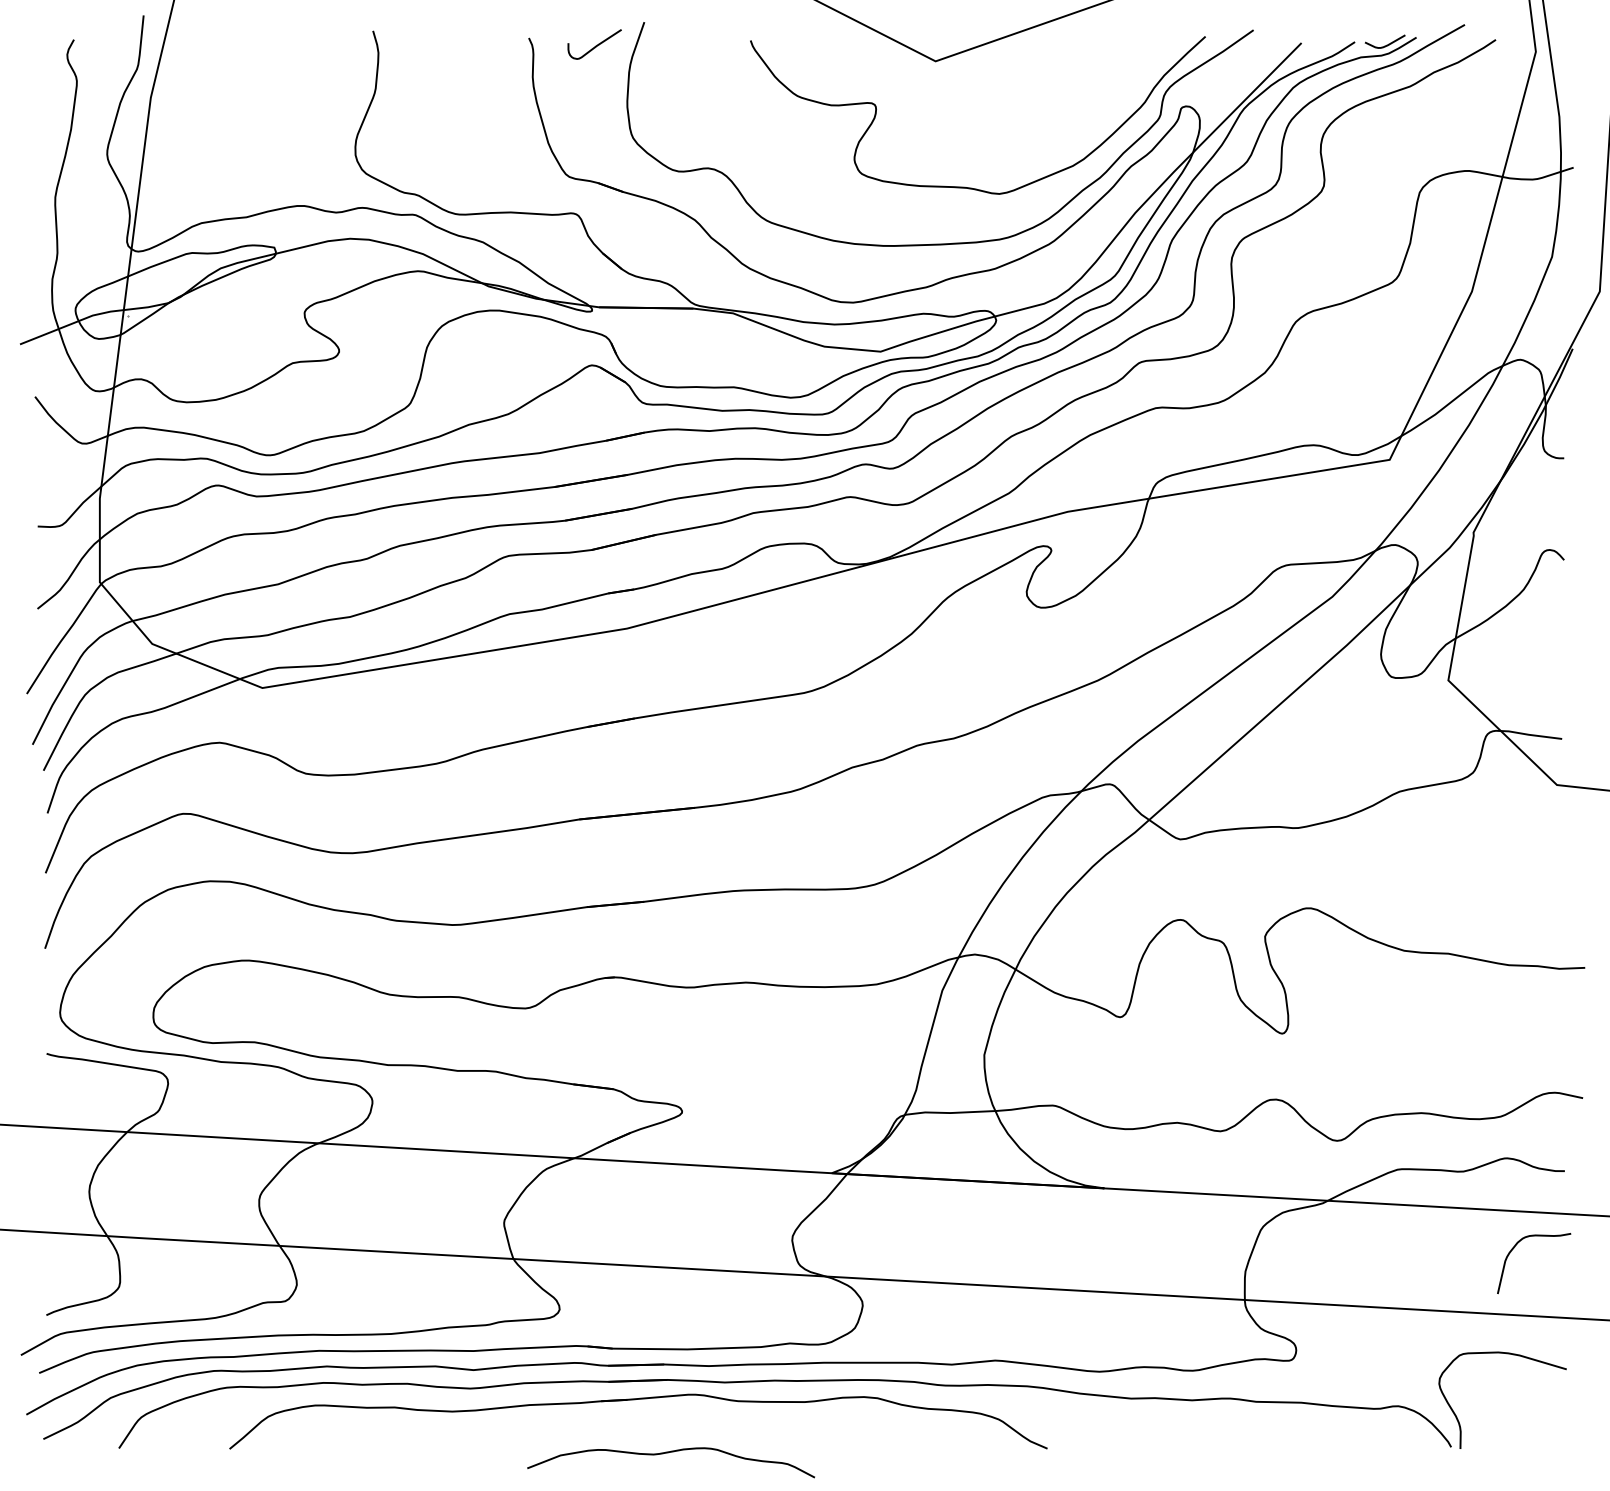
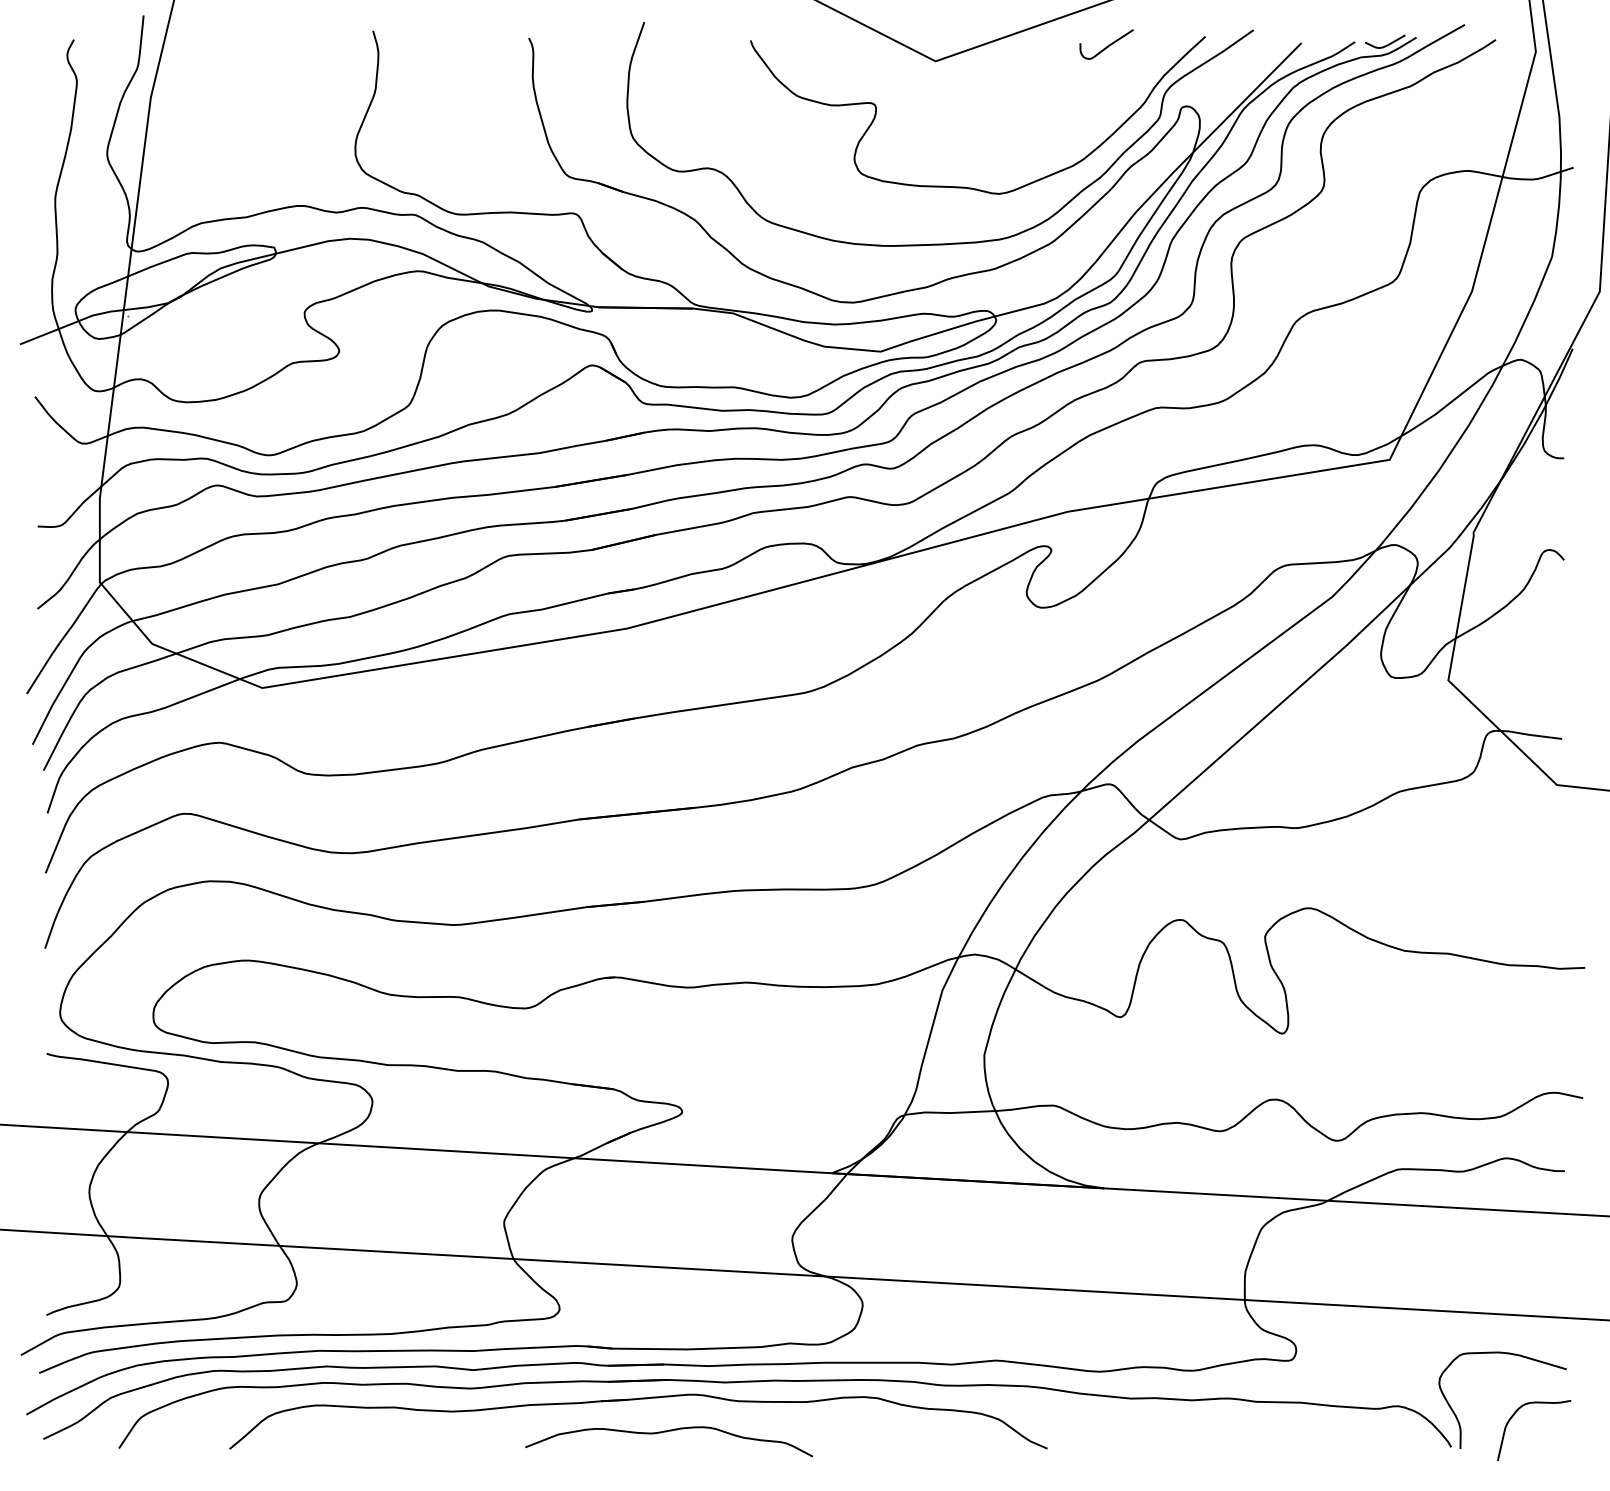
curve at (595, 45) position: (595, 45) -> (1107, 45)
curve at (1514, 1248) position: (1514, 1248) -> (1514, 1415)
curve at (668, 1453) position: (668, 1453) -> (666, 1432)
